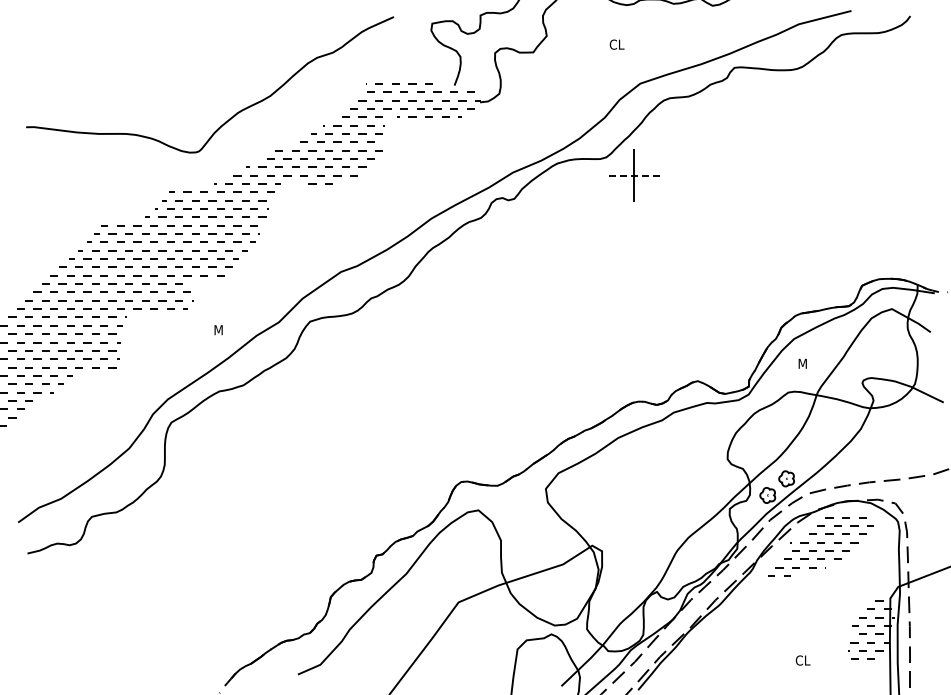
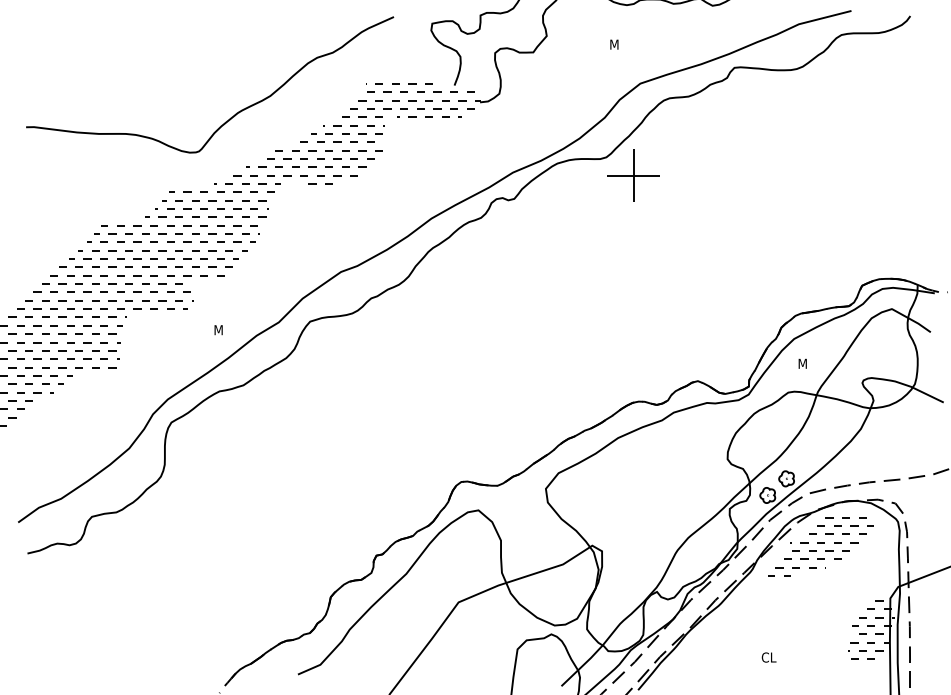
text at (616, 44): CL -> M
line at (633, 175): dashed -> solid
text at (802, 660) position: (802, 660) -> (768, 657)
